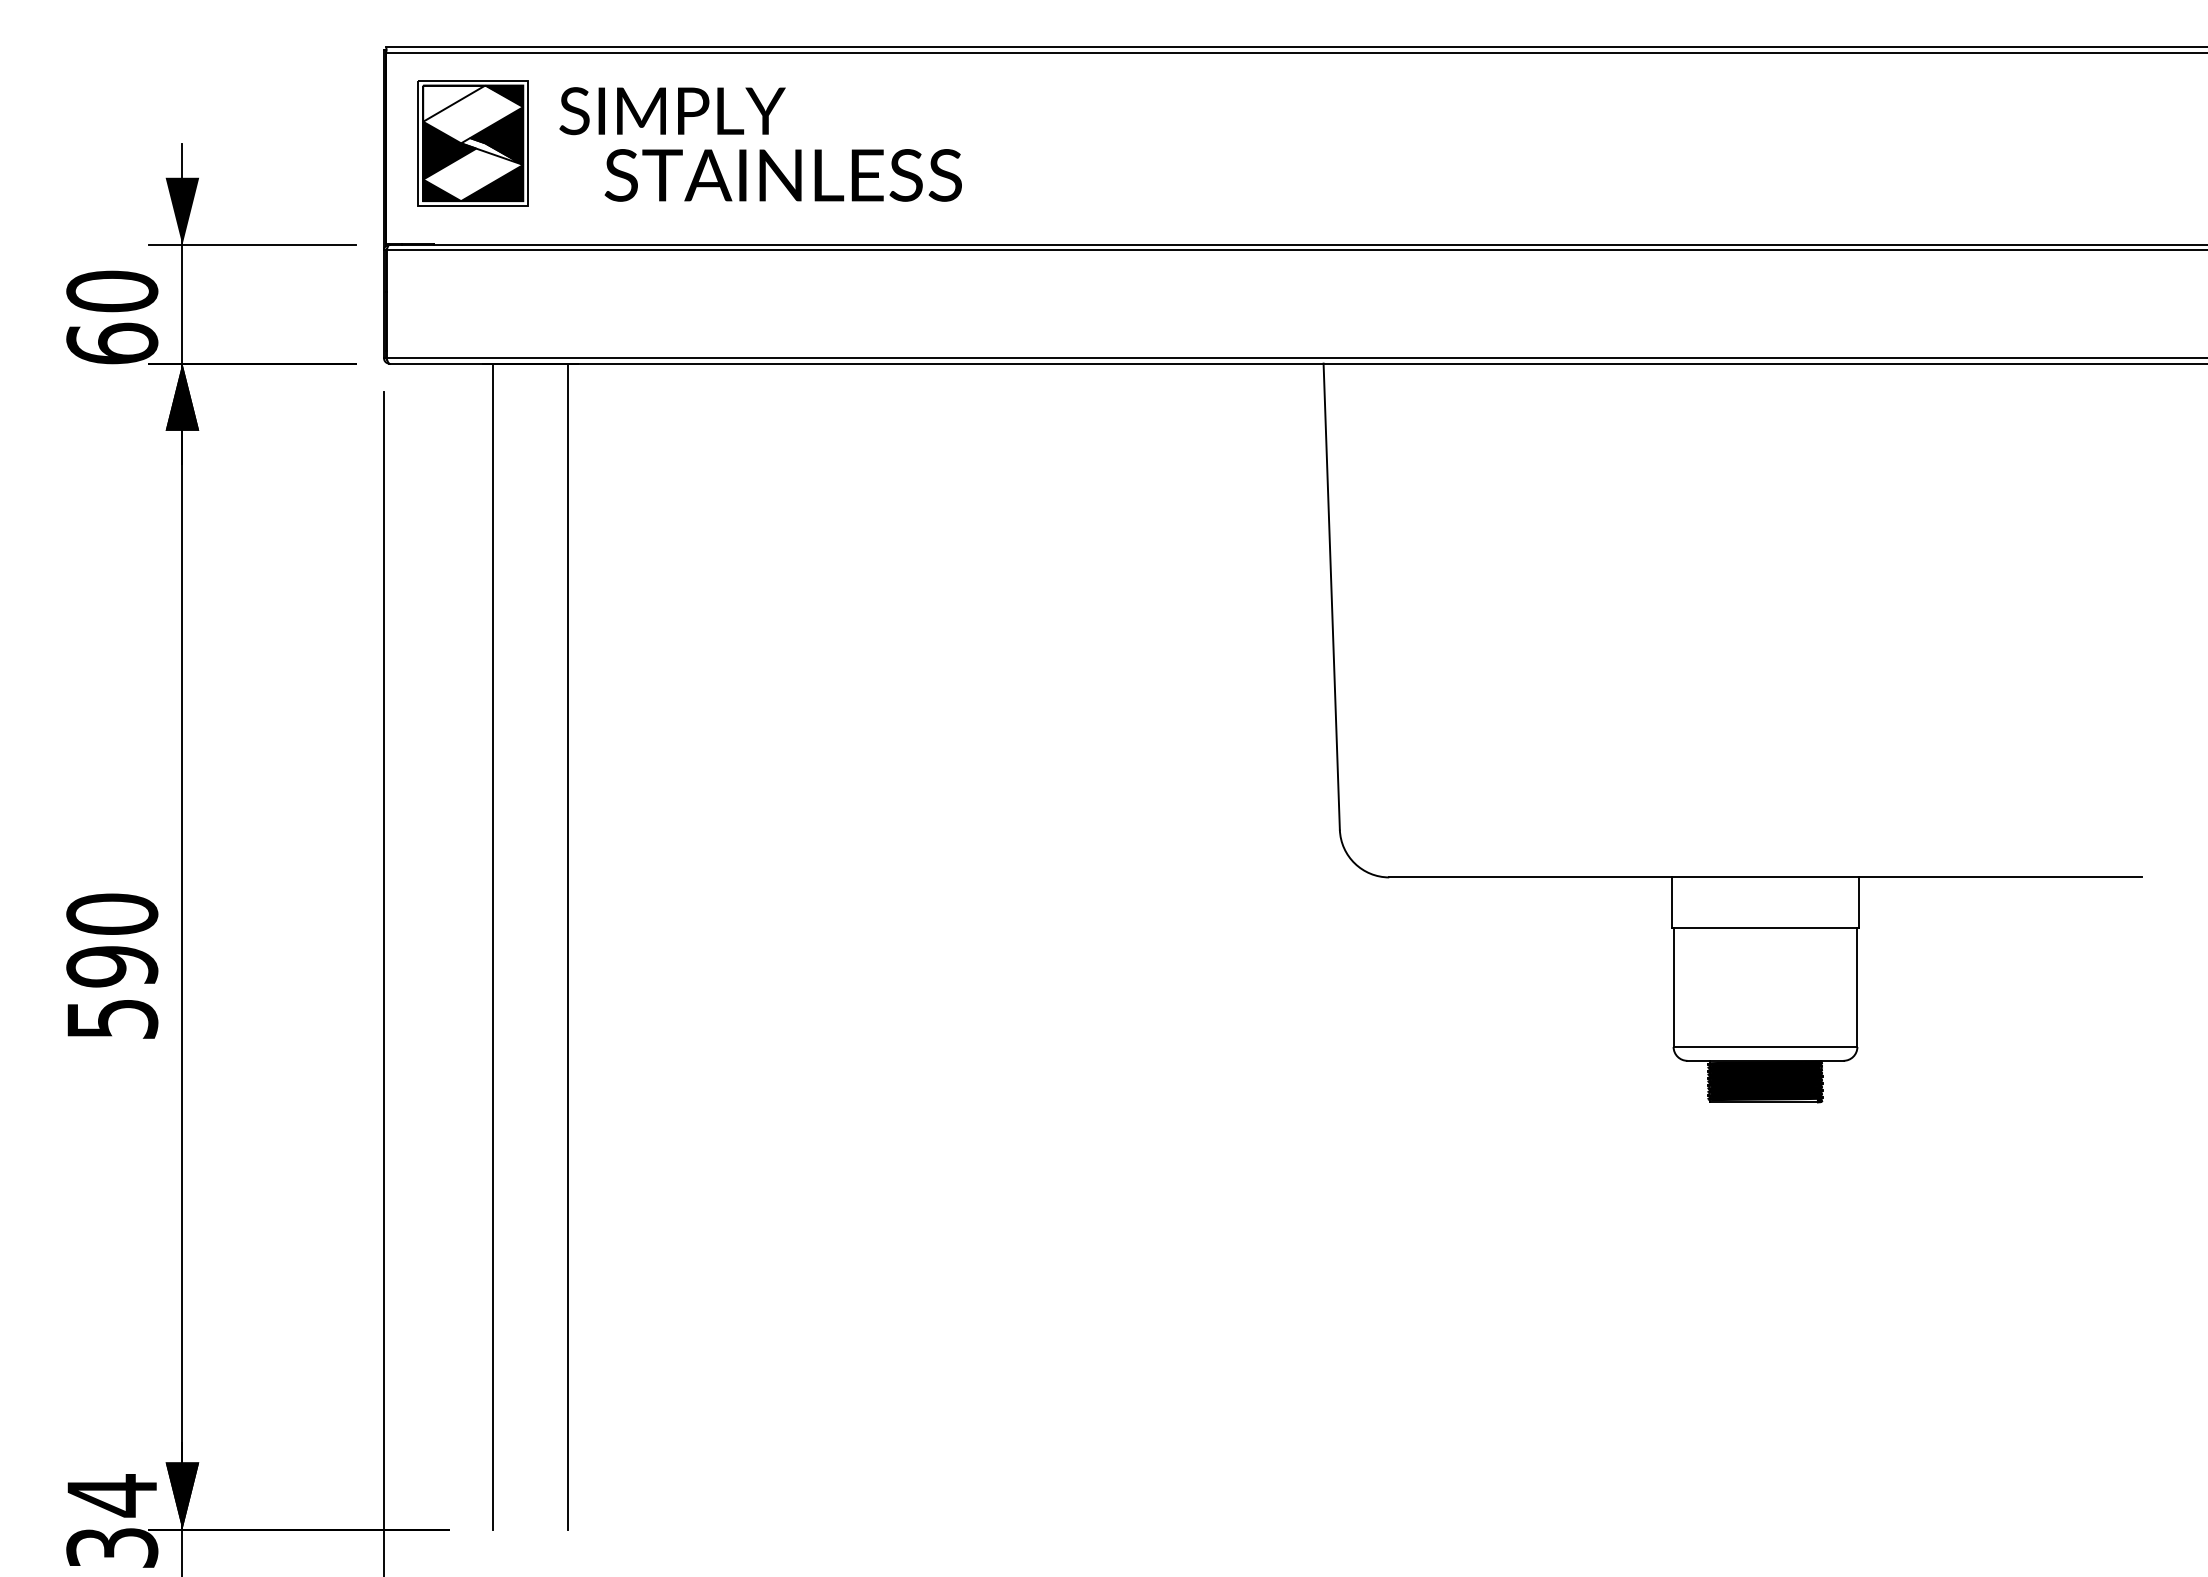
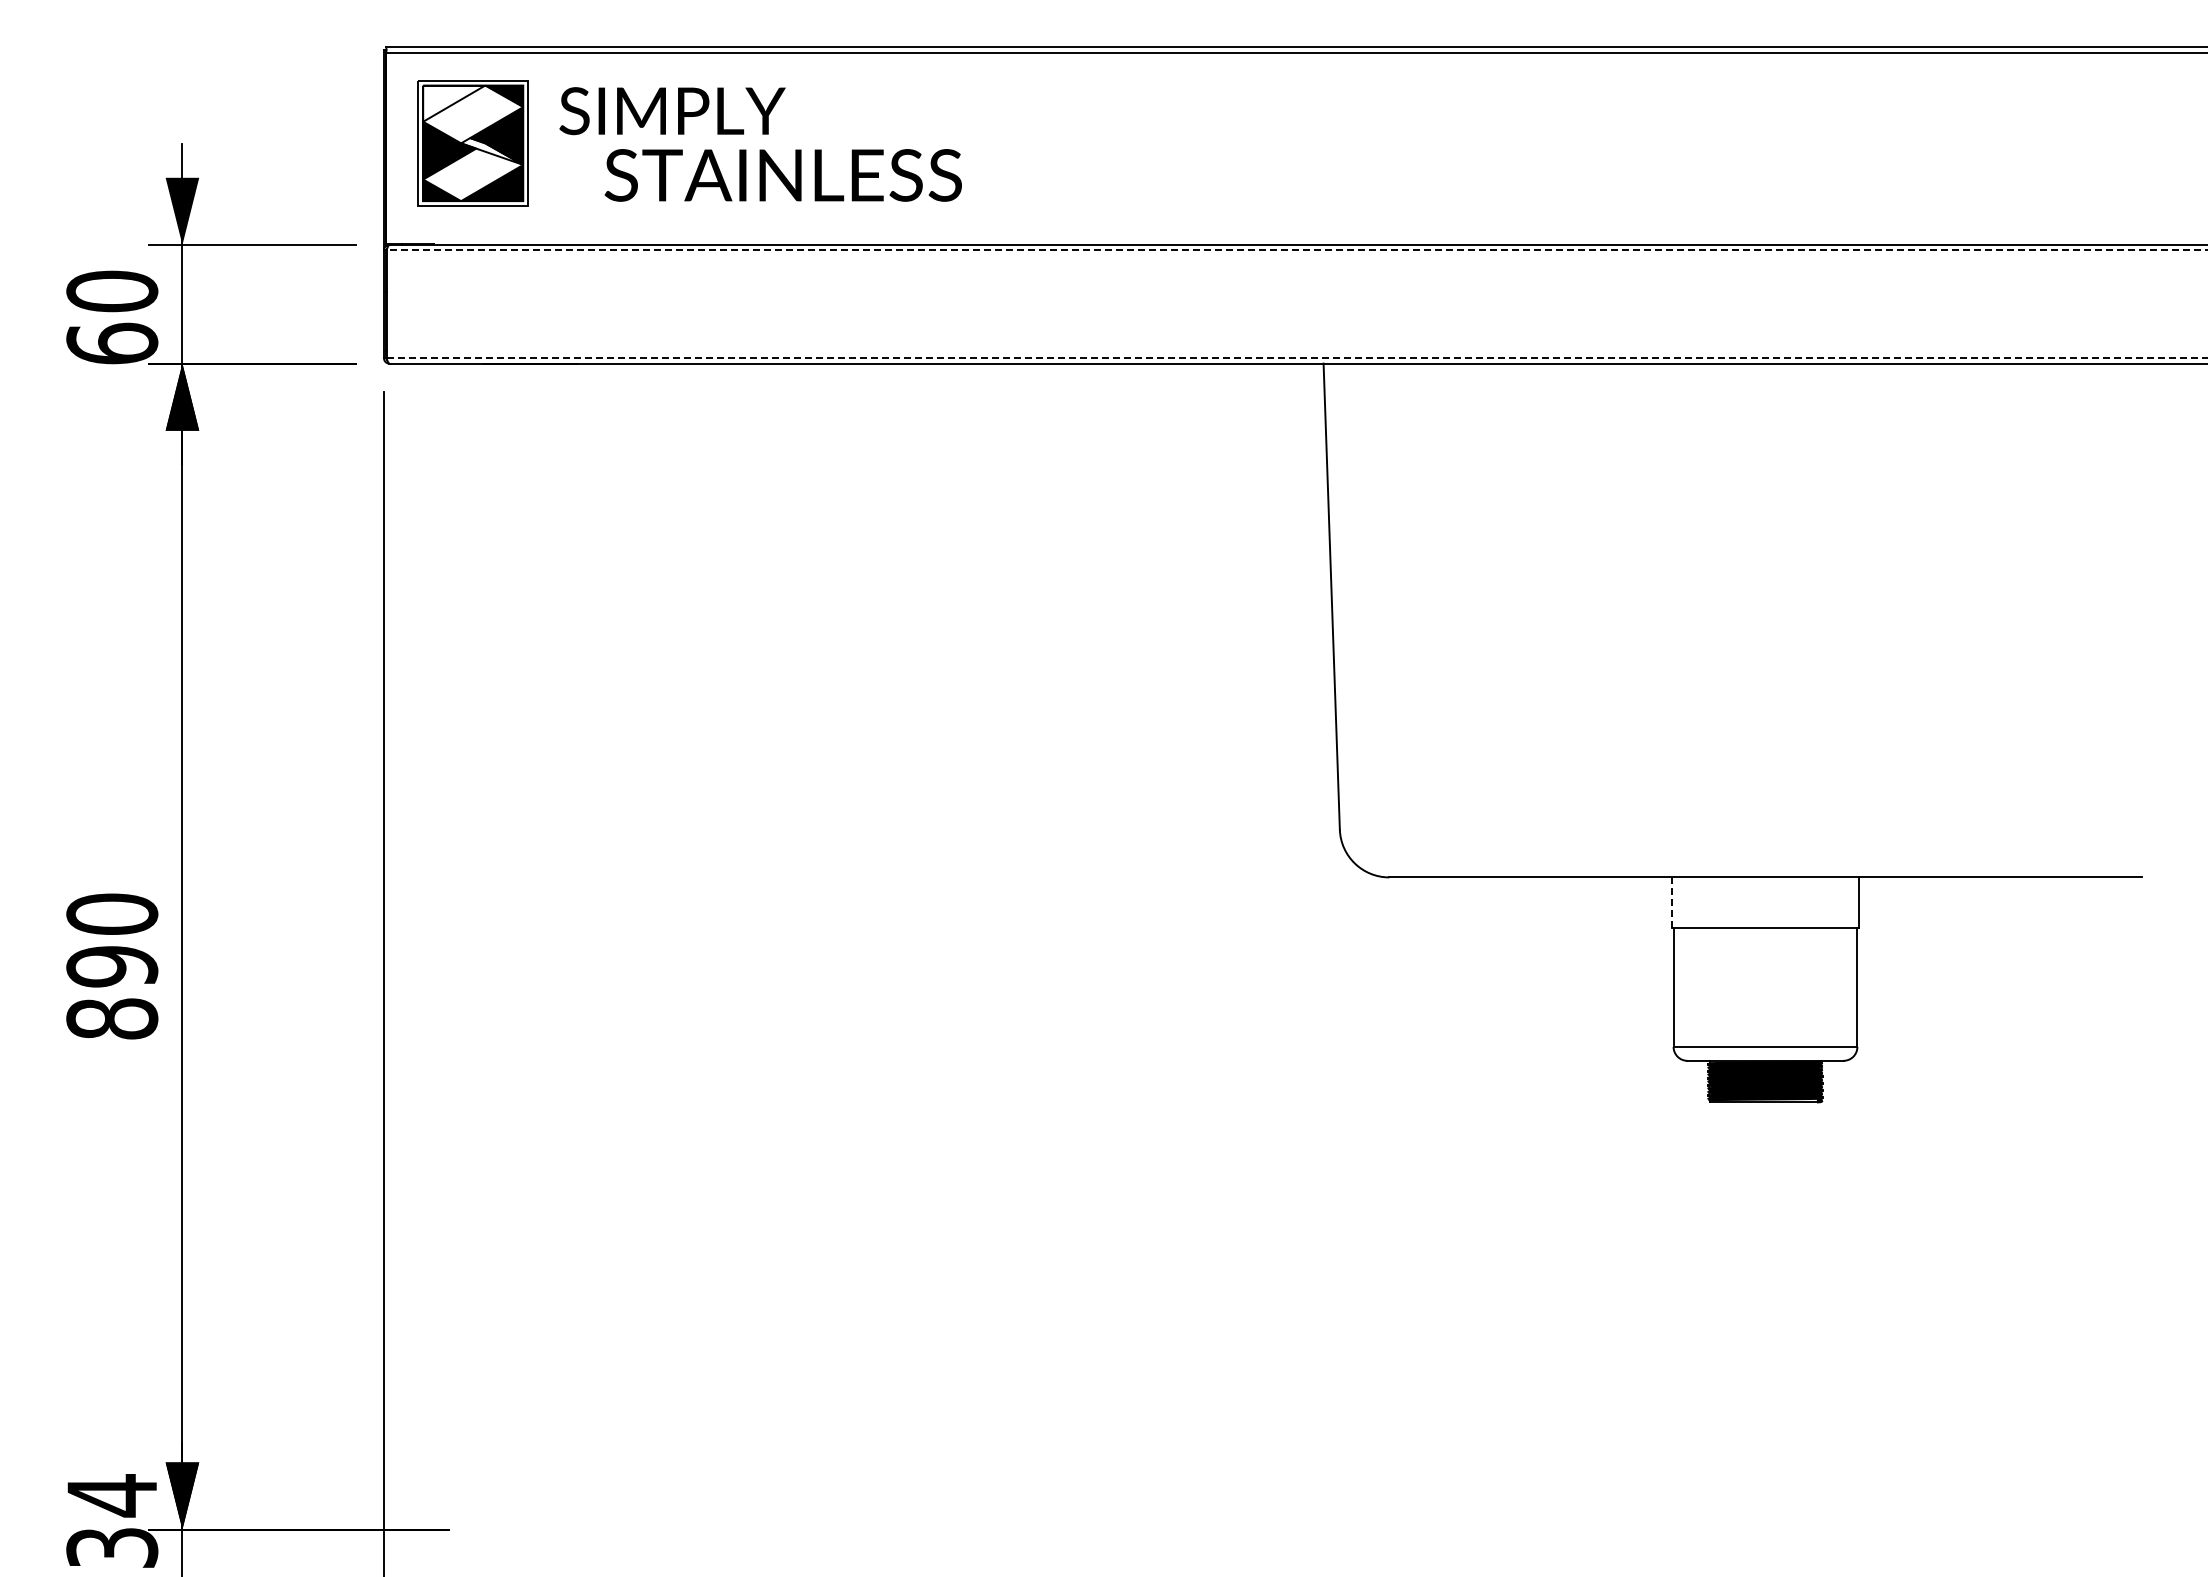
line at (1296, 250): solid -> dashed
line at (1297, 358): solid -> dashed
line at (1671, 903): solid -> dashed
line at (492, 946): present -> none
line at (567, 946): present -> none
text at (112, 1018): 590 -> 890
